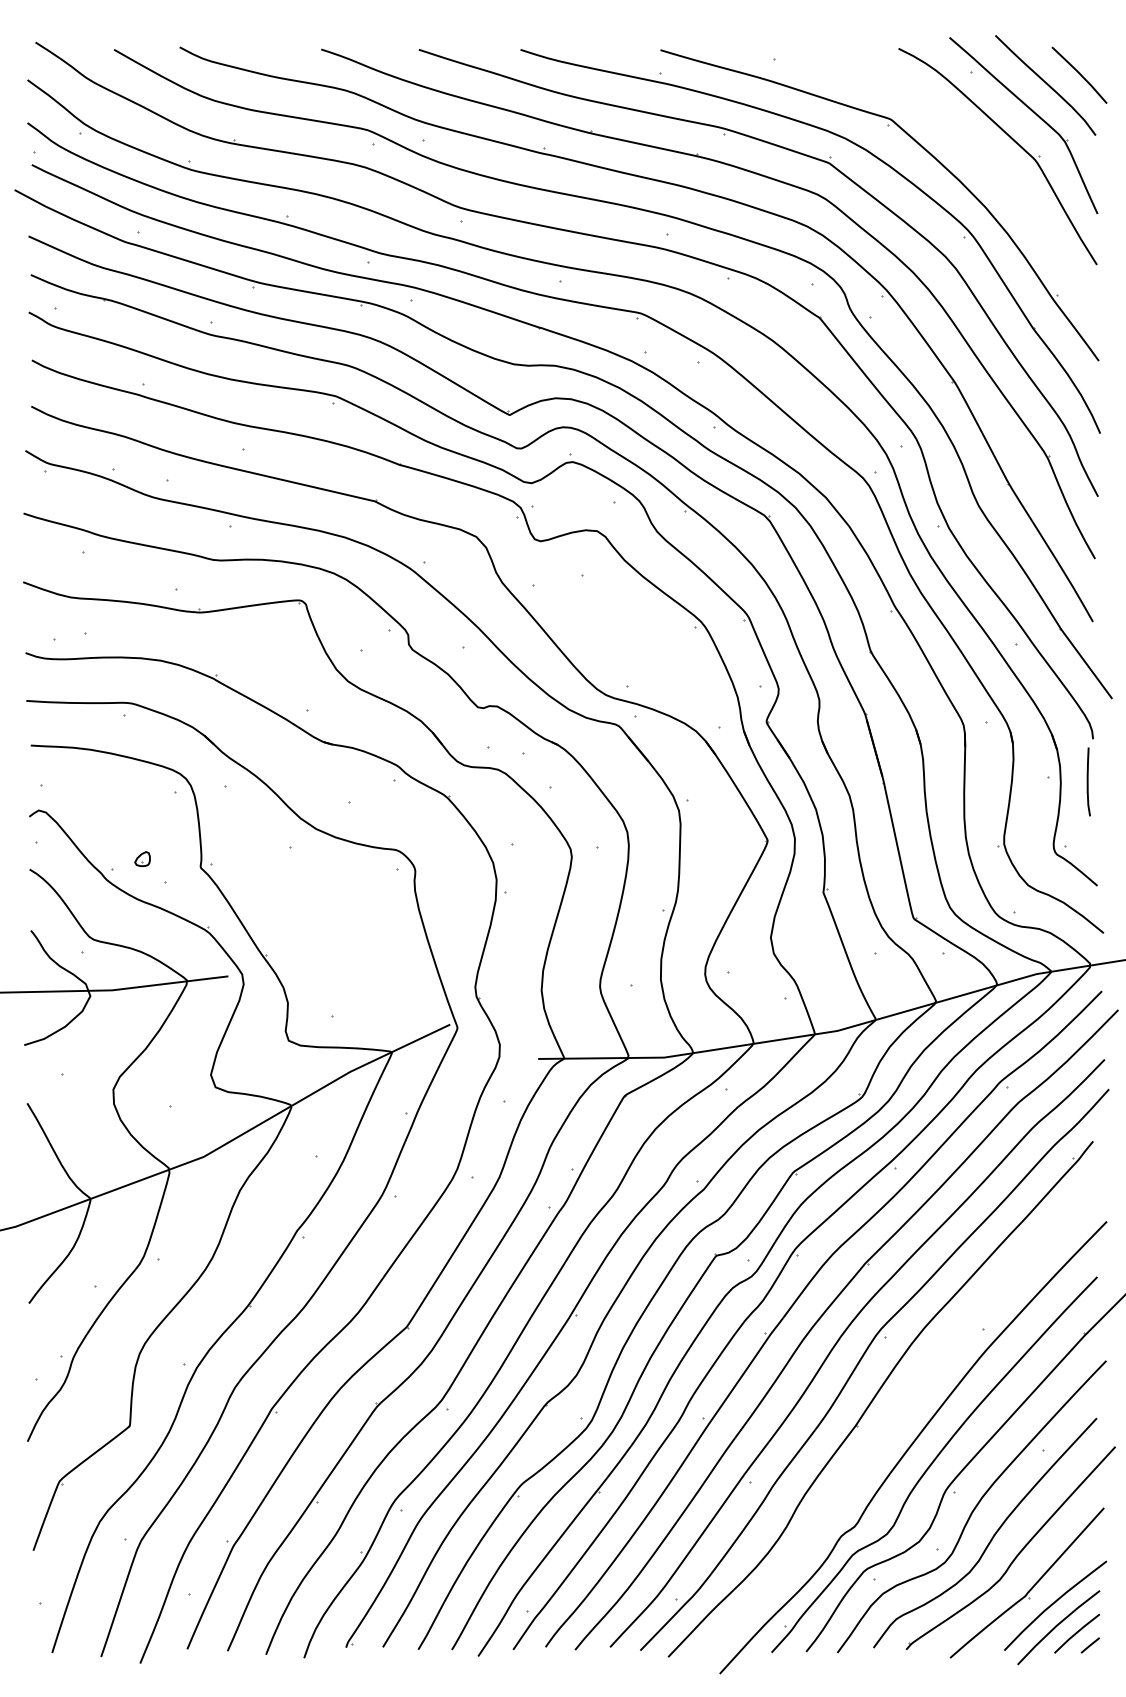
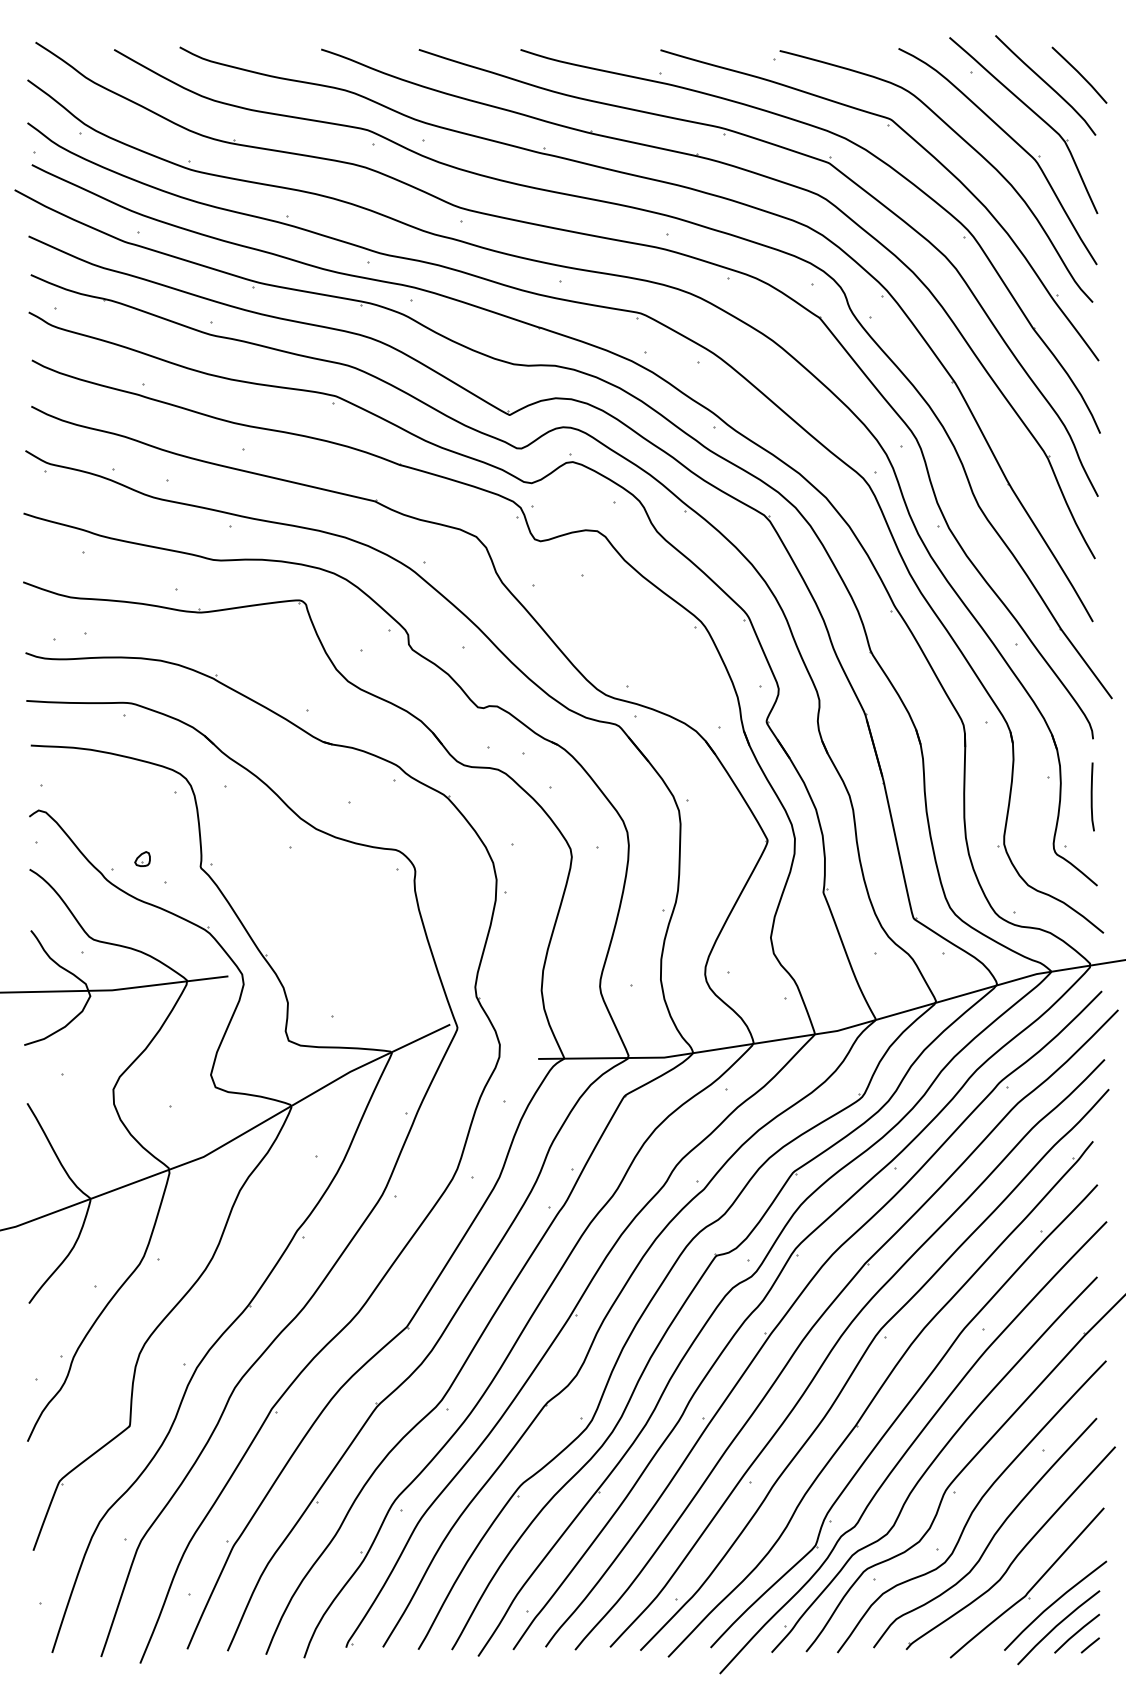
curve at (967, 144): none -> present
curve at (1088, 781) position: (1088, 781) -> (1092, 796)
part at (904, 1416): none -> present
